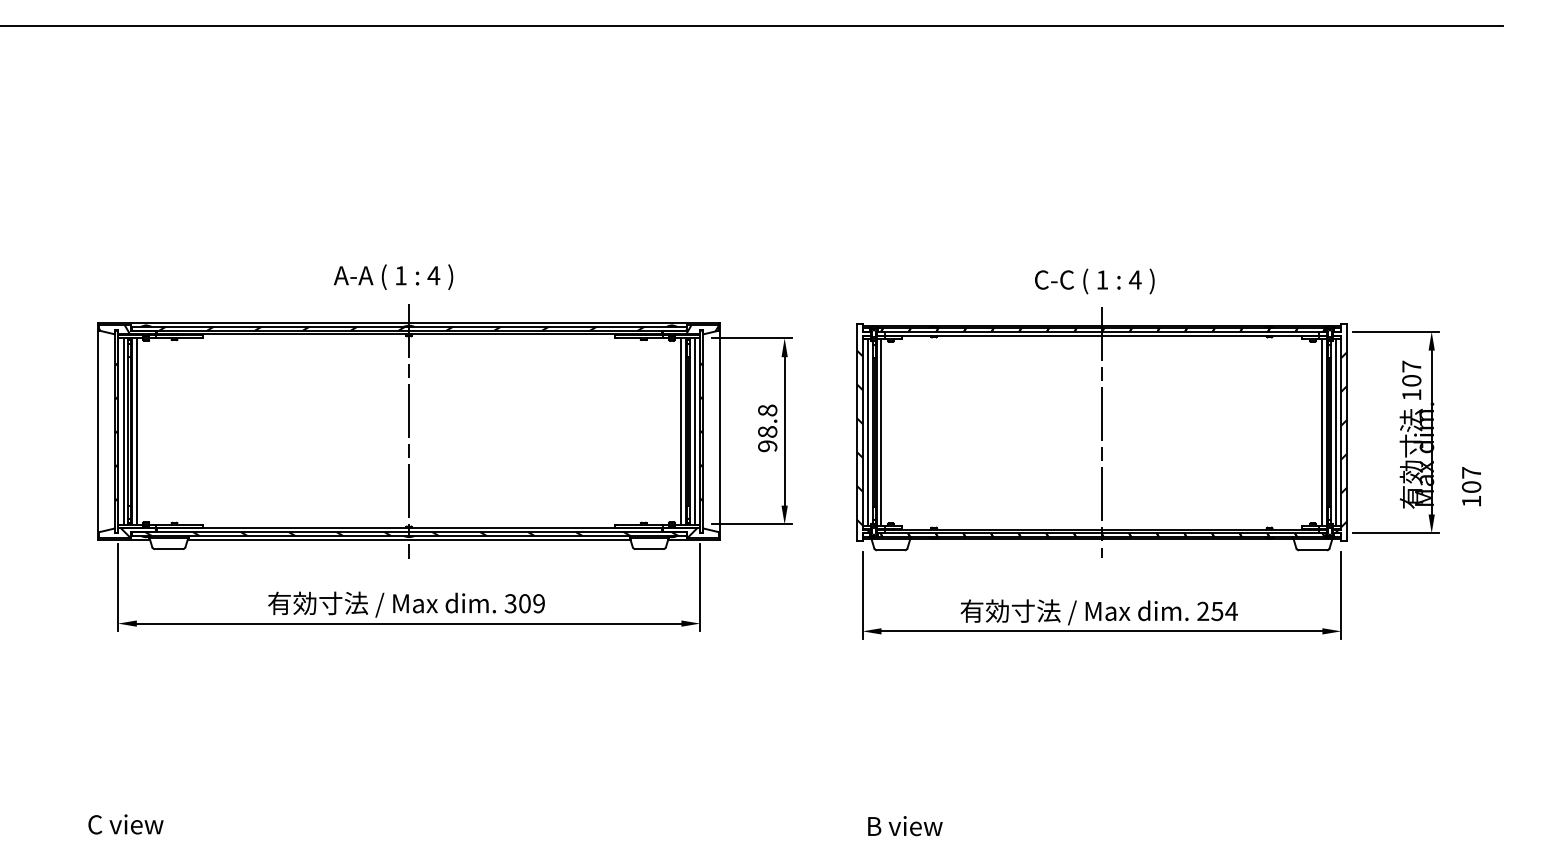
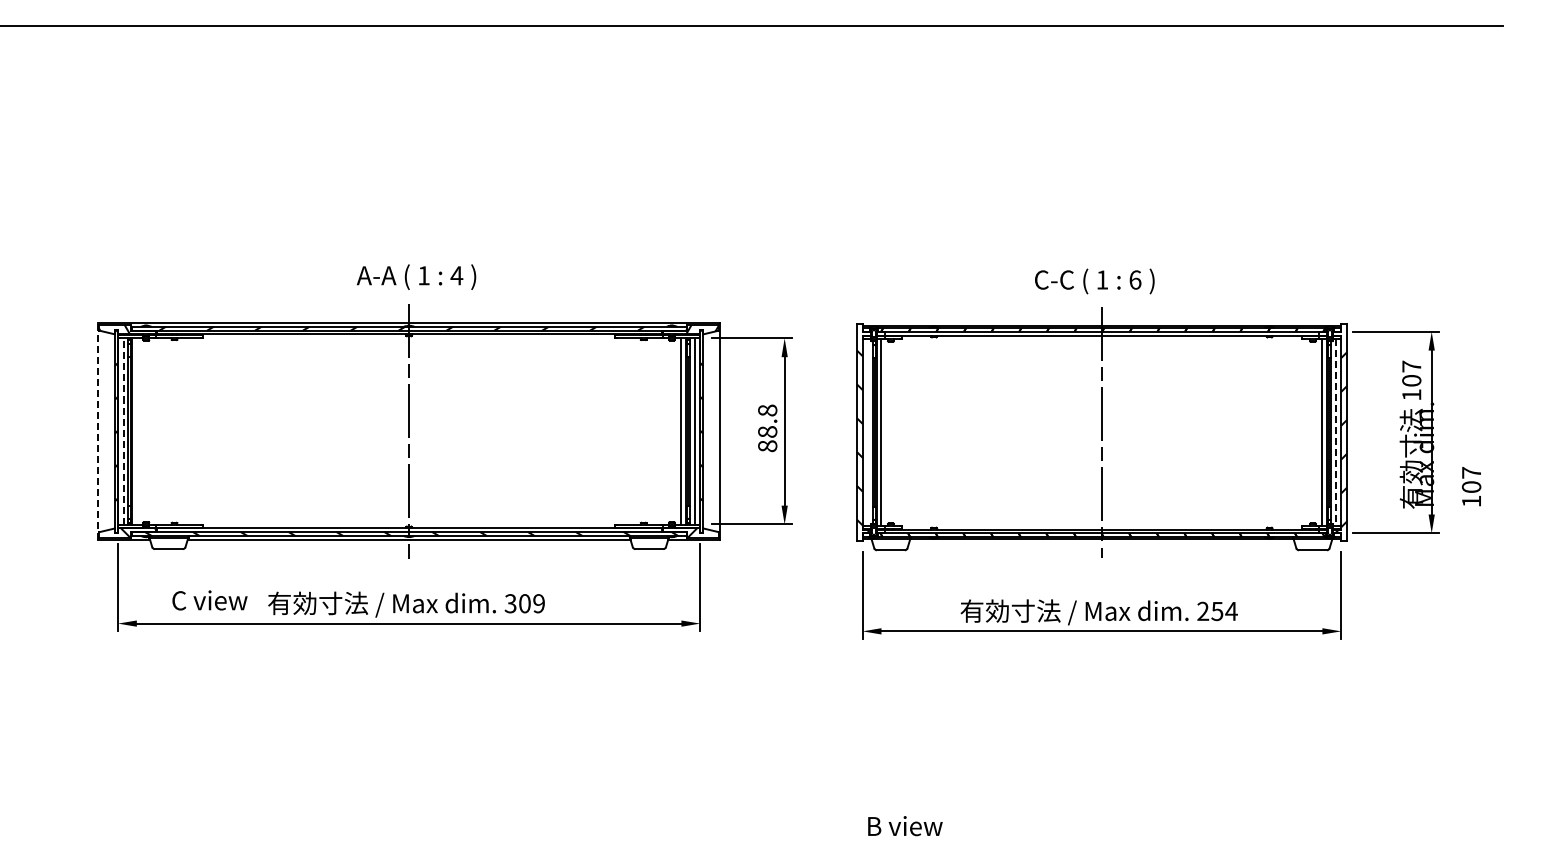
text at (393, 276) position: (393, 276) -> (416, 276)
text at (1134, 279): 4 -> 6
line at (98, 430): solid -> dashed
line at (123, 430): solid -> dashed
line at (136, 431): present -> none
line at (868, 432): present -> none
line at (1335, 433): solid -> dashed
text at (767, 446): 98.8 -> 88.8
text at (125, 824) position: (125, 824) -> (209, 600)
